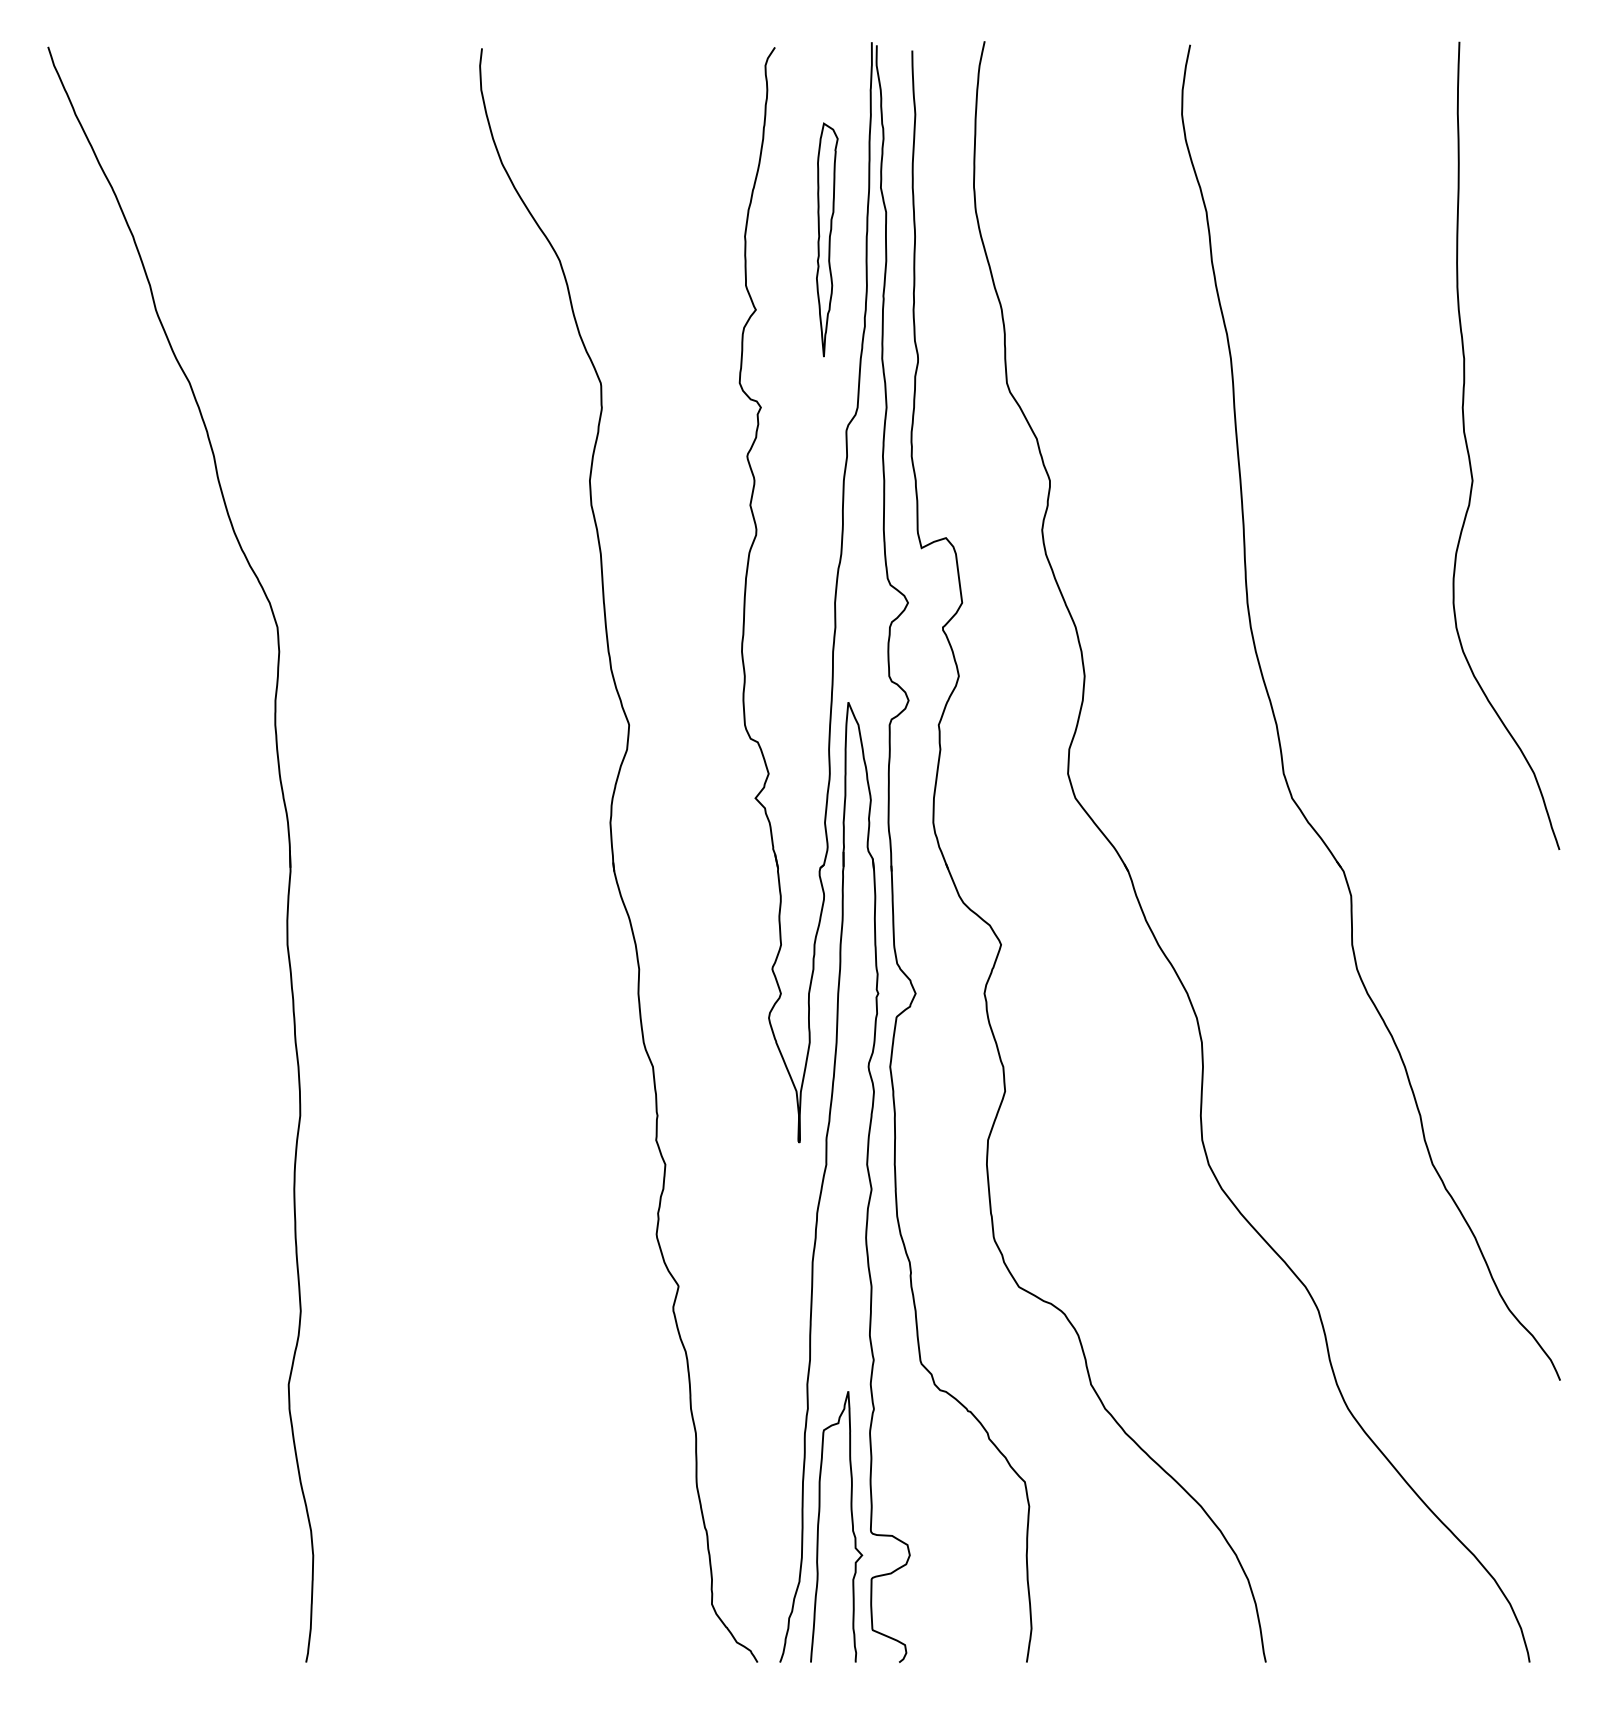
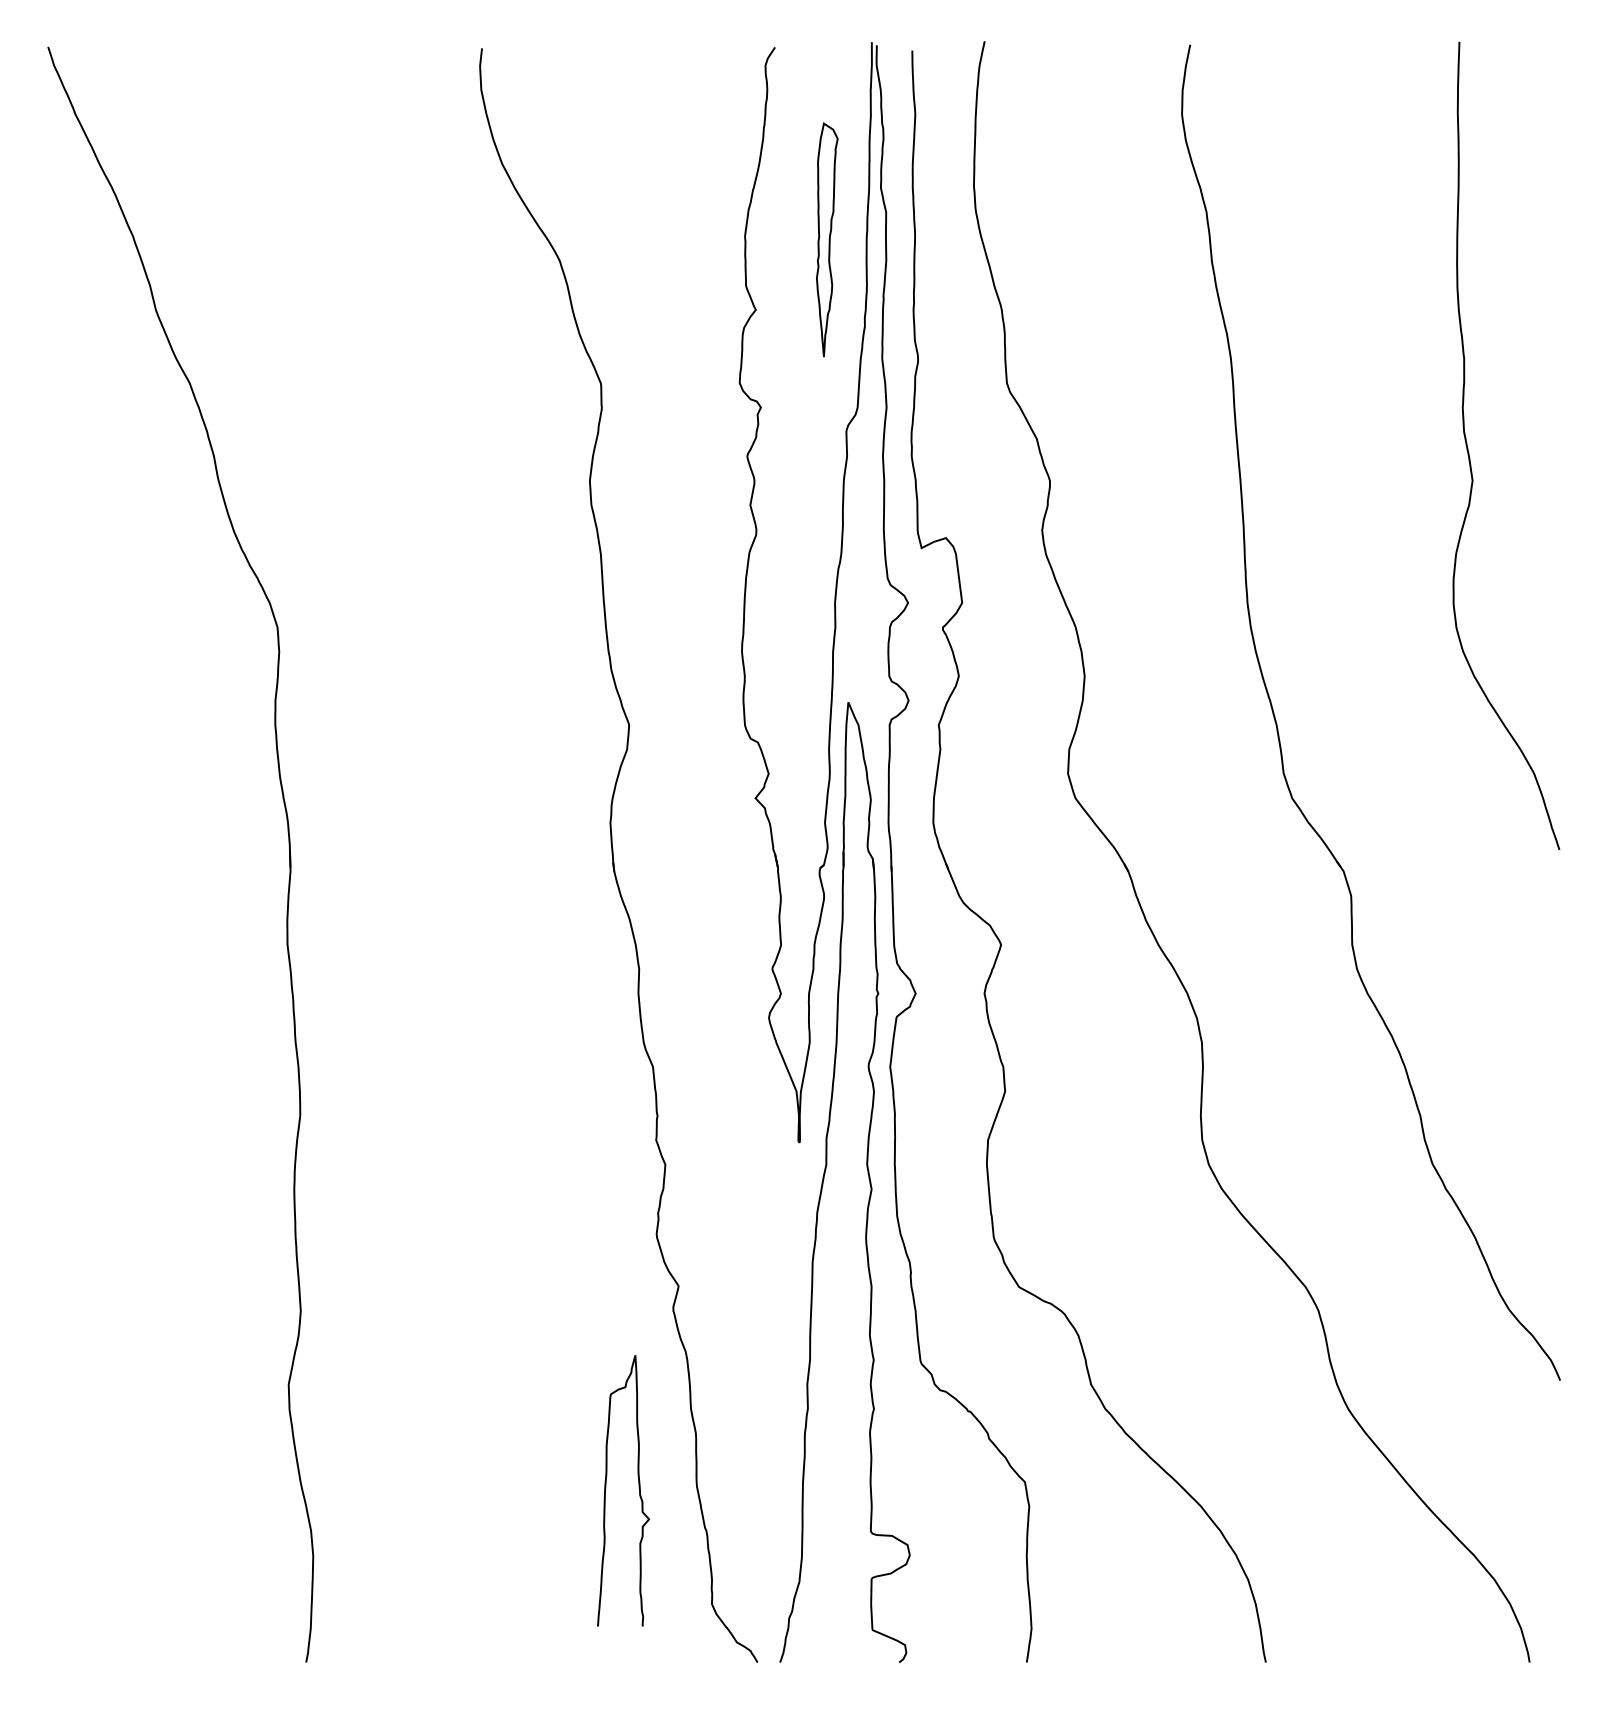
curve at (851, 1524) position: (851, 1524) -> (638, 1488)
